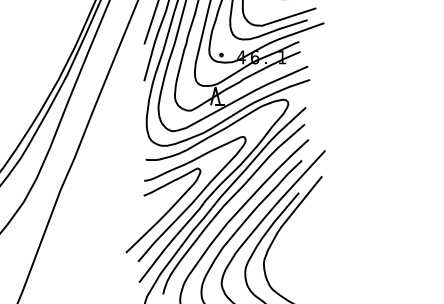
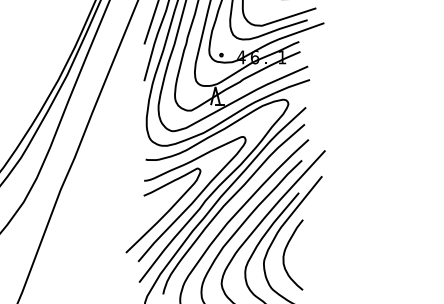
curve at (285, 253): none -> present
